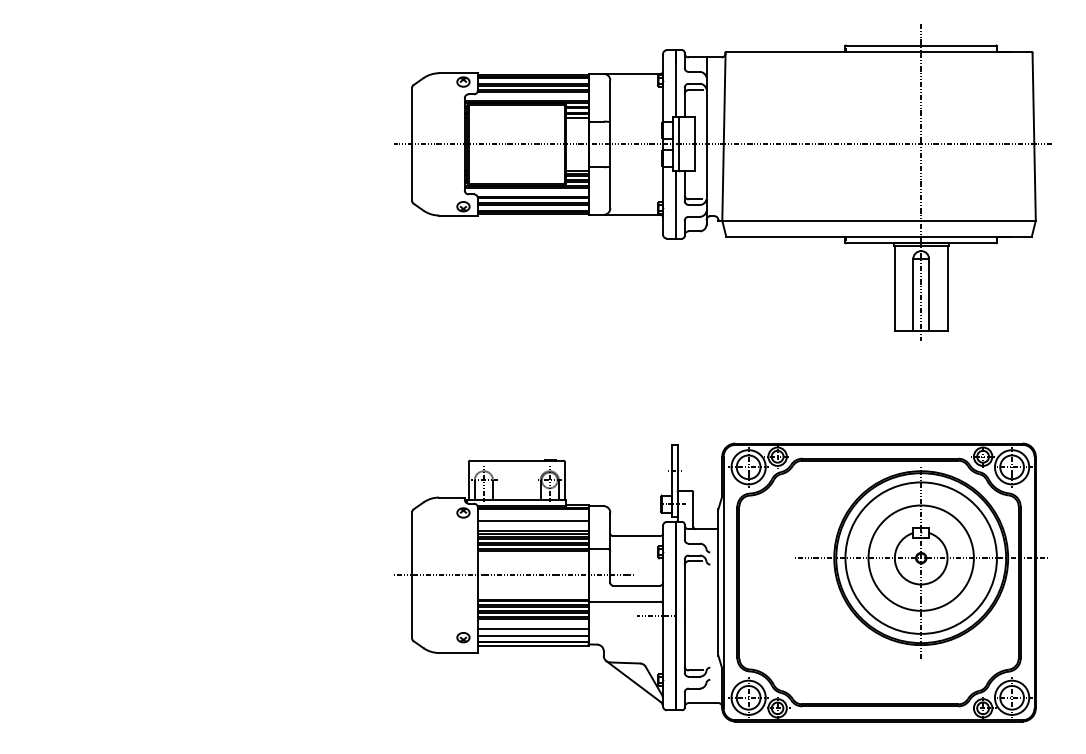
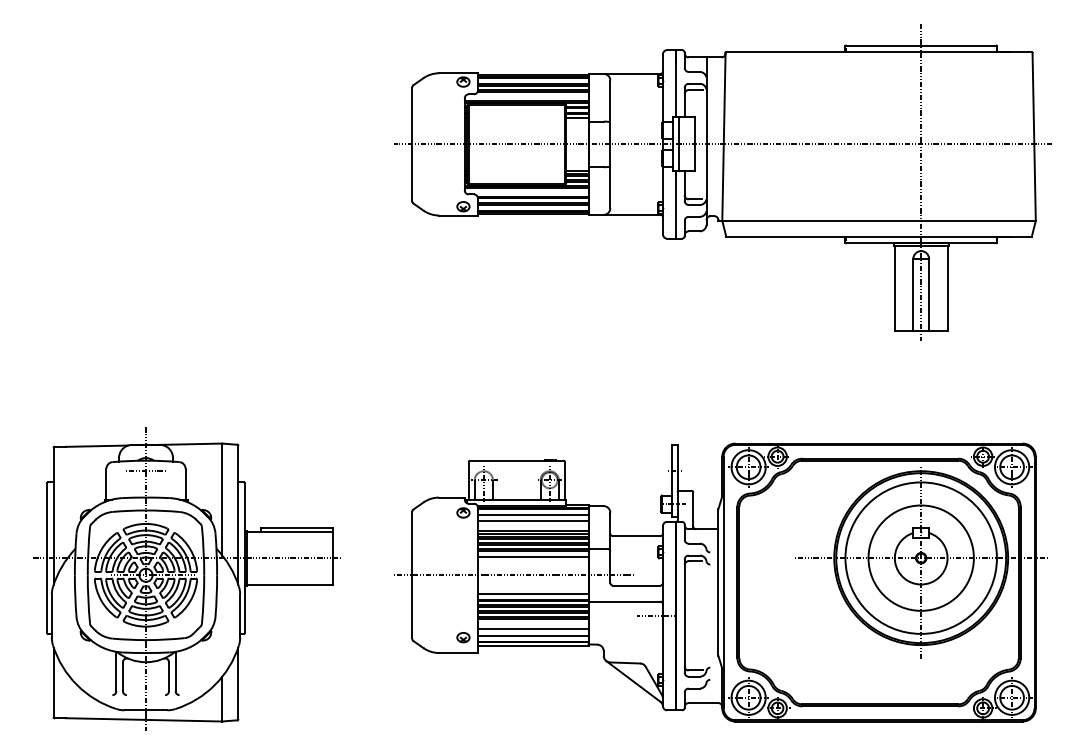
line at (532, 514): none -> present
line at (532, 556): none -> present
part at (186, 578): none -> present
line at (532, 593): none -> present
